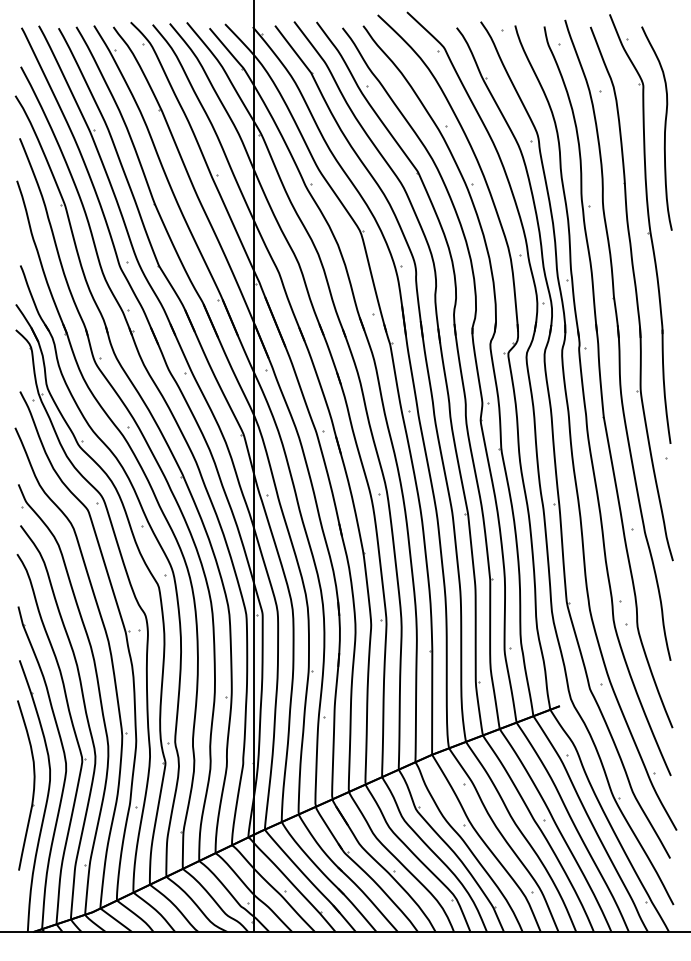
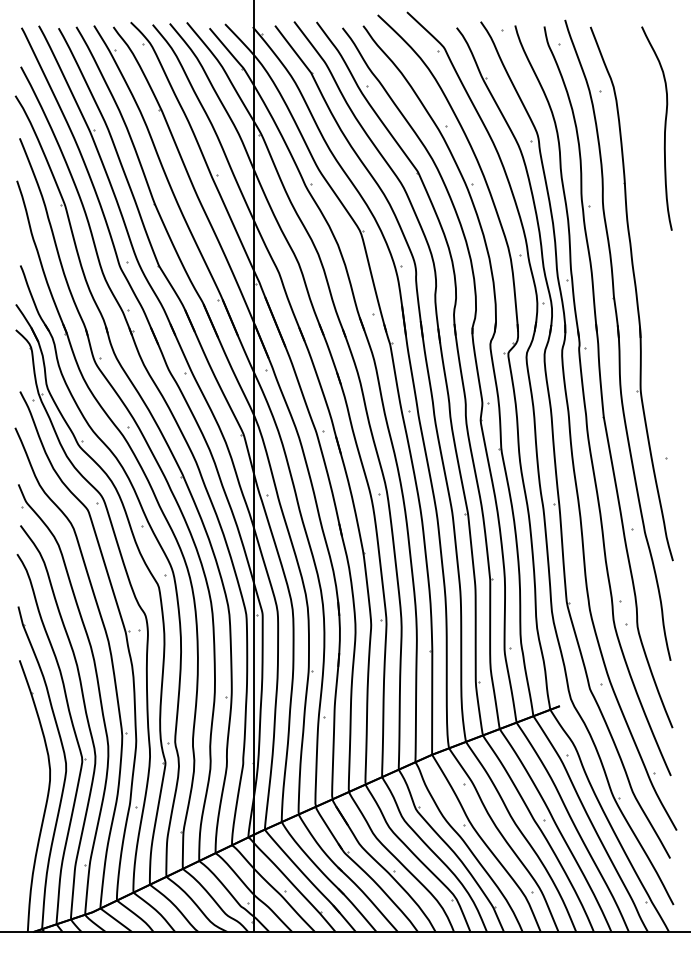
part at (648, 227): present -> none
part at (33, 785): present -> none
